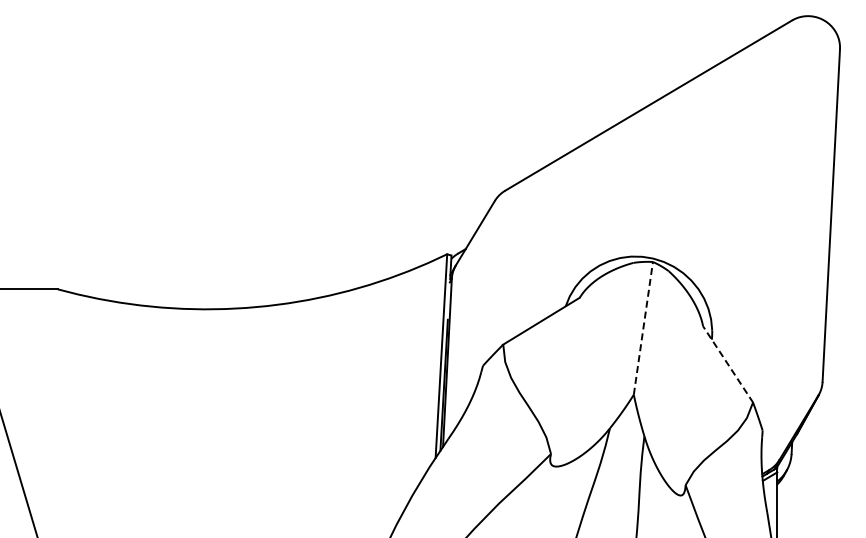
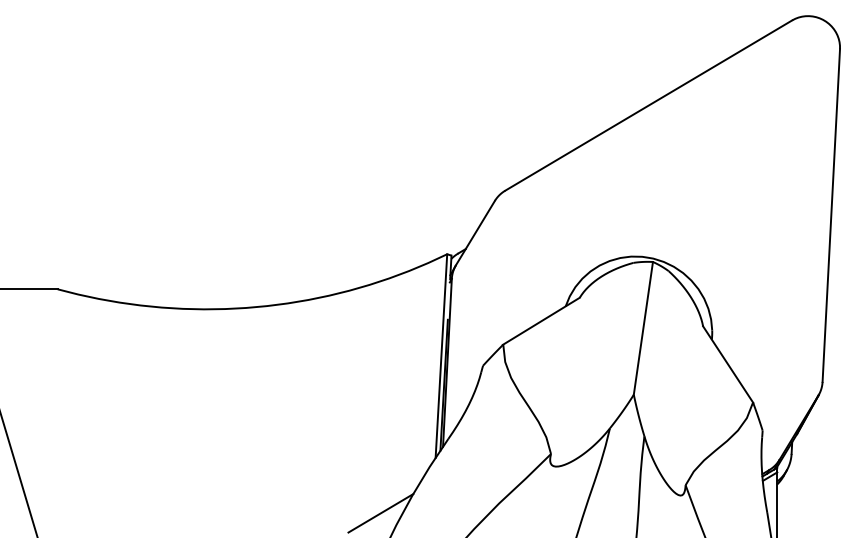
line at (643, 327): dashed -> solid
line at (728, 364): dashed -> solid
line at (380, 513): none -> present
